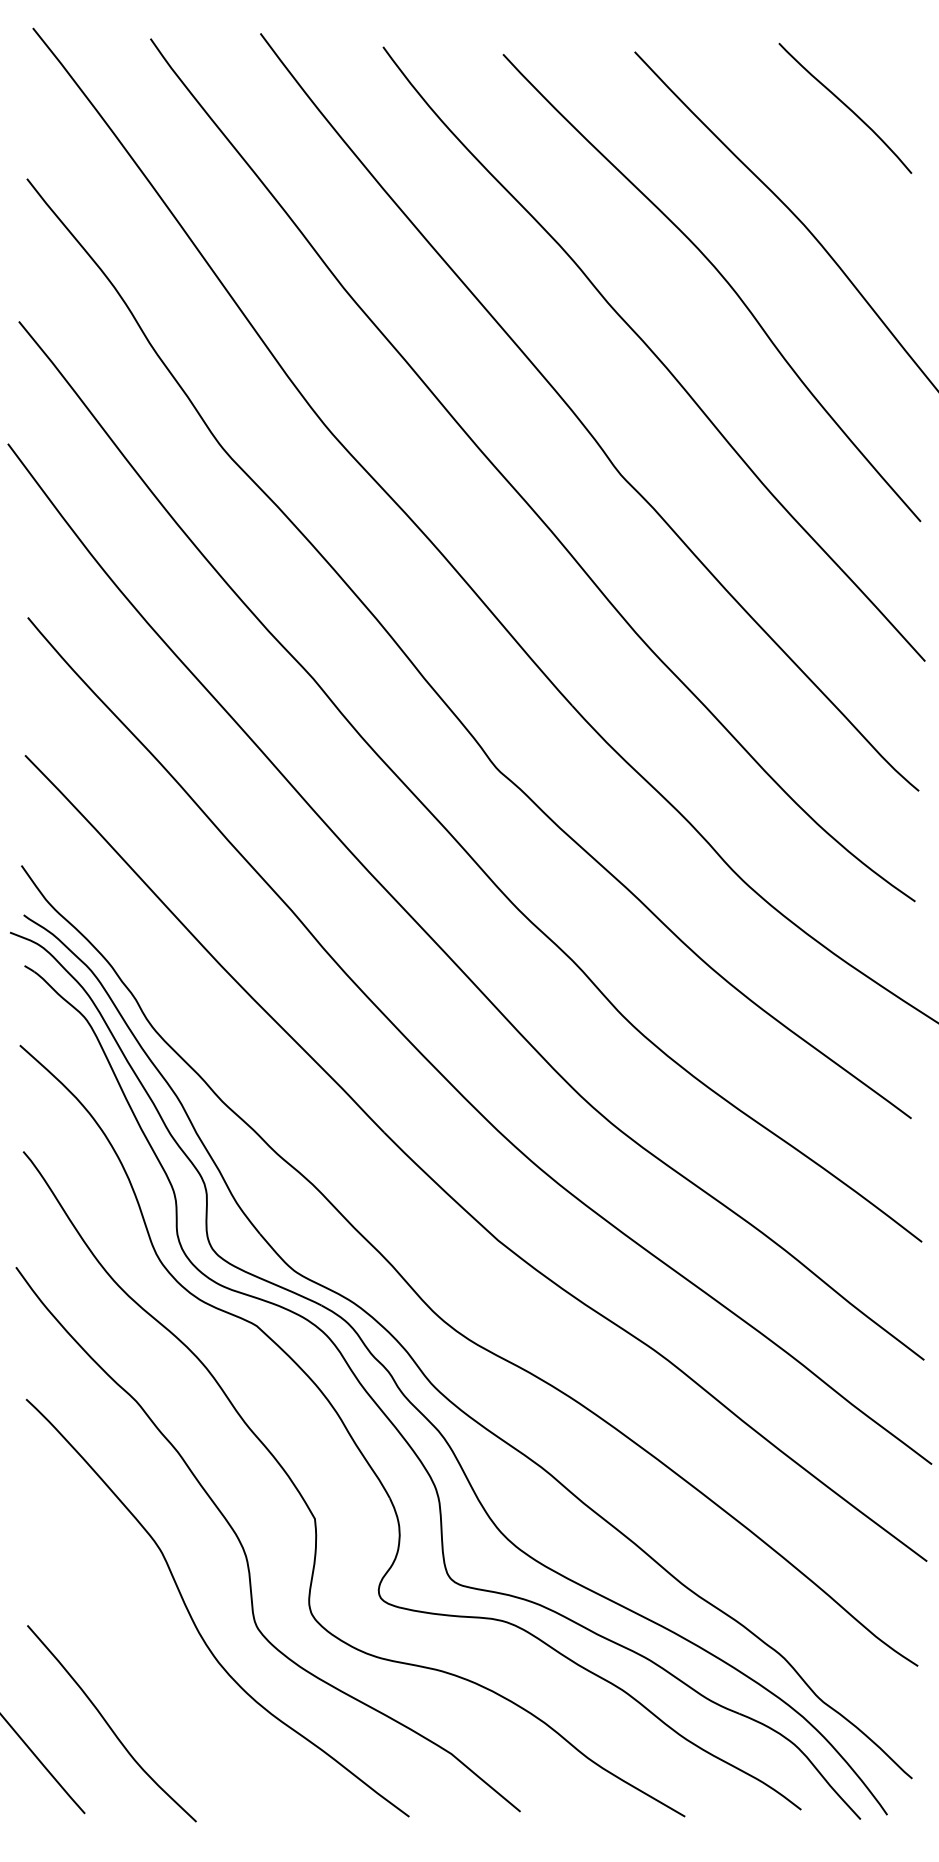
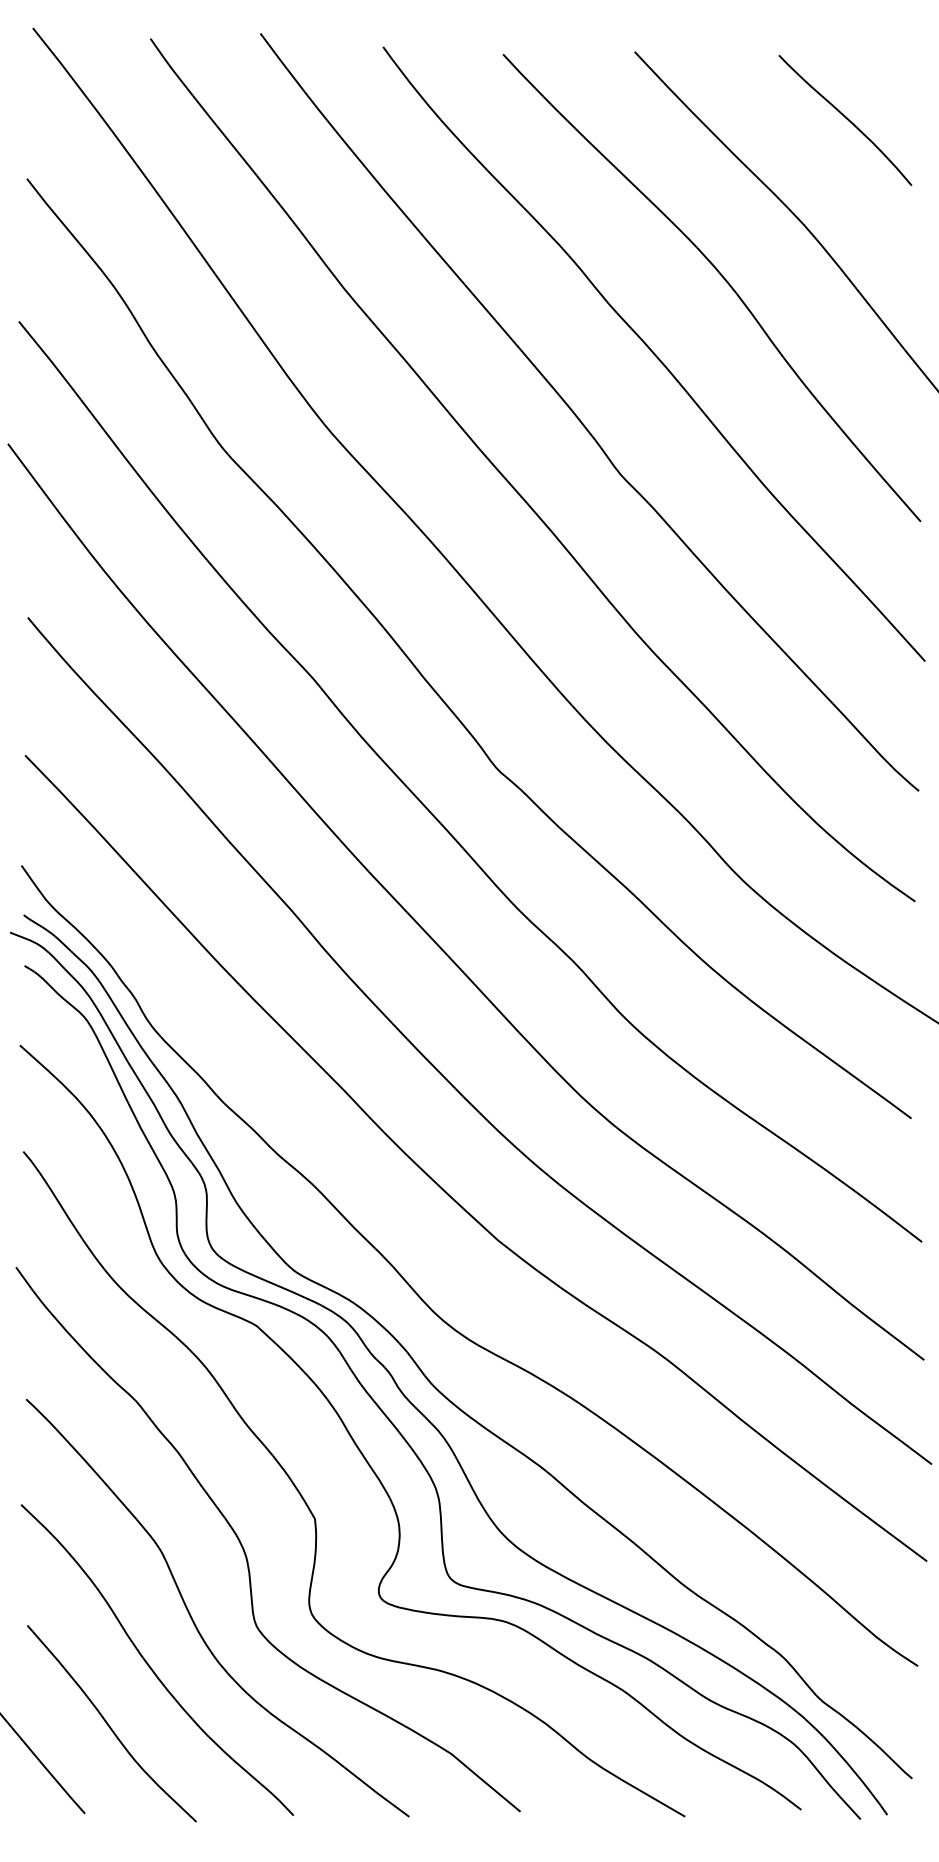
curve at (845, 106) position: (845, 106) -> (845, 118)
curve at (149, 1664): none -> present
